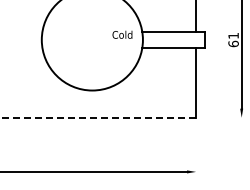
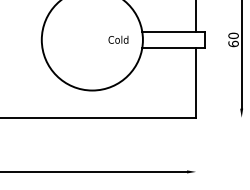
text at (122, 34) position: (122, 34) -> (118, 39)
text at (233, 35): 61 -> 60
line at (98, 117): dashed -> solid
